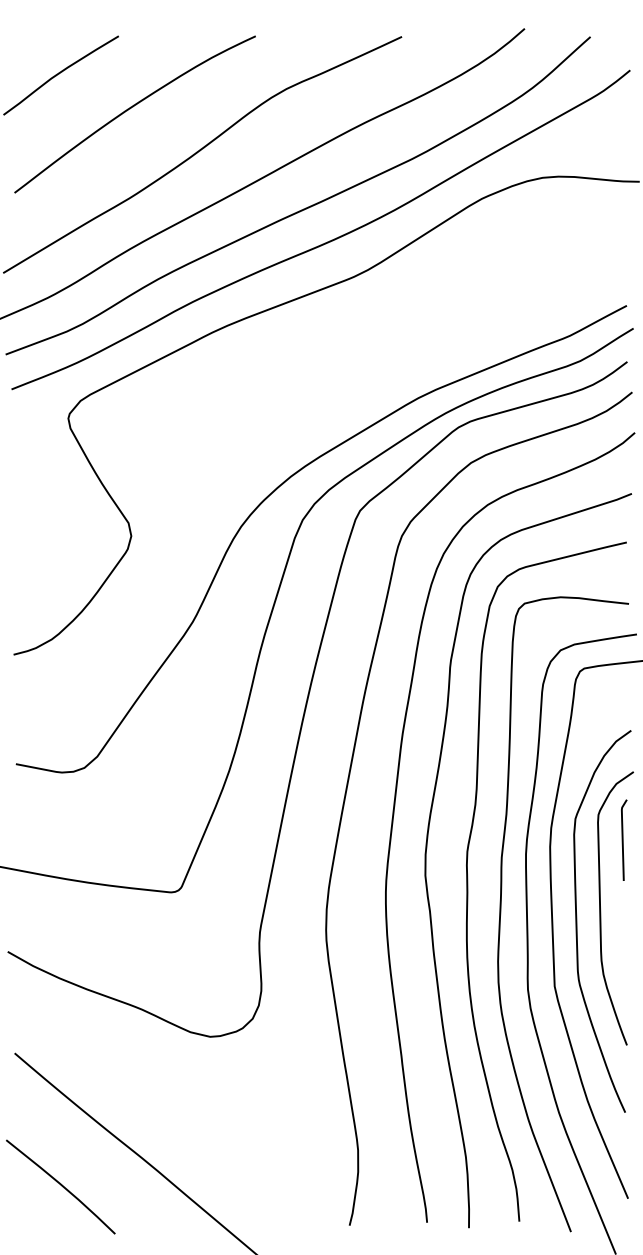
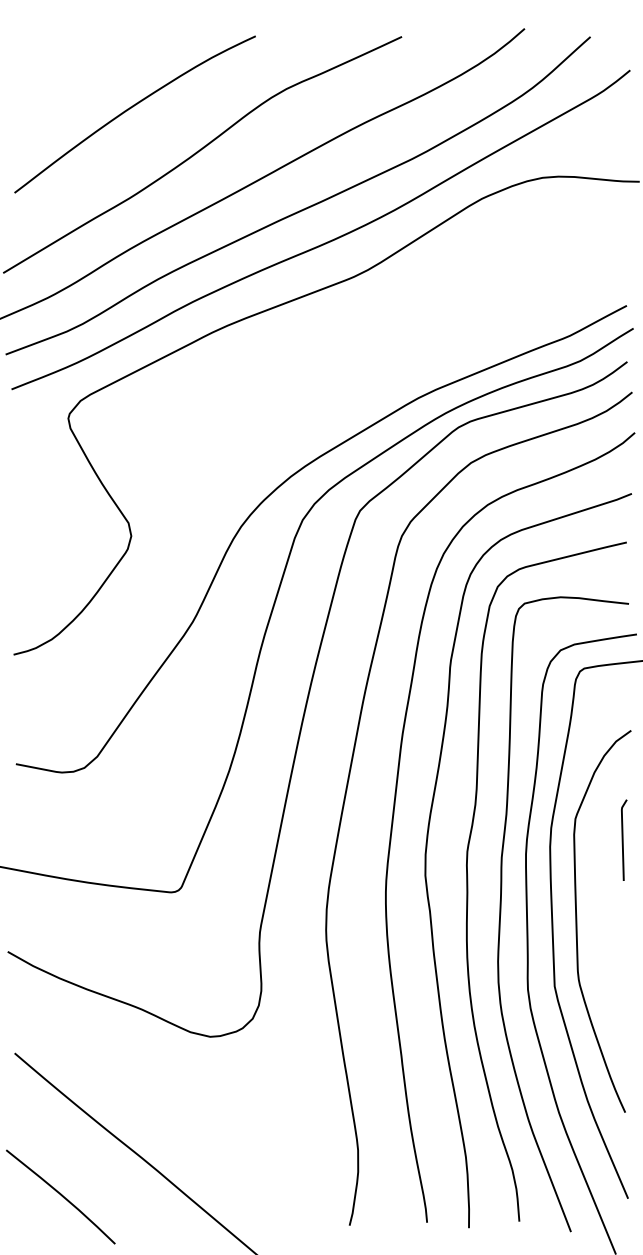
curve at (59, 74): present -> none
curve at (601, 910): present -> none
curve at (60, 1185) position: (60, 1185) -> (60, 1195)
